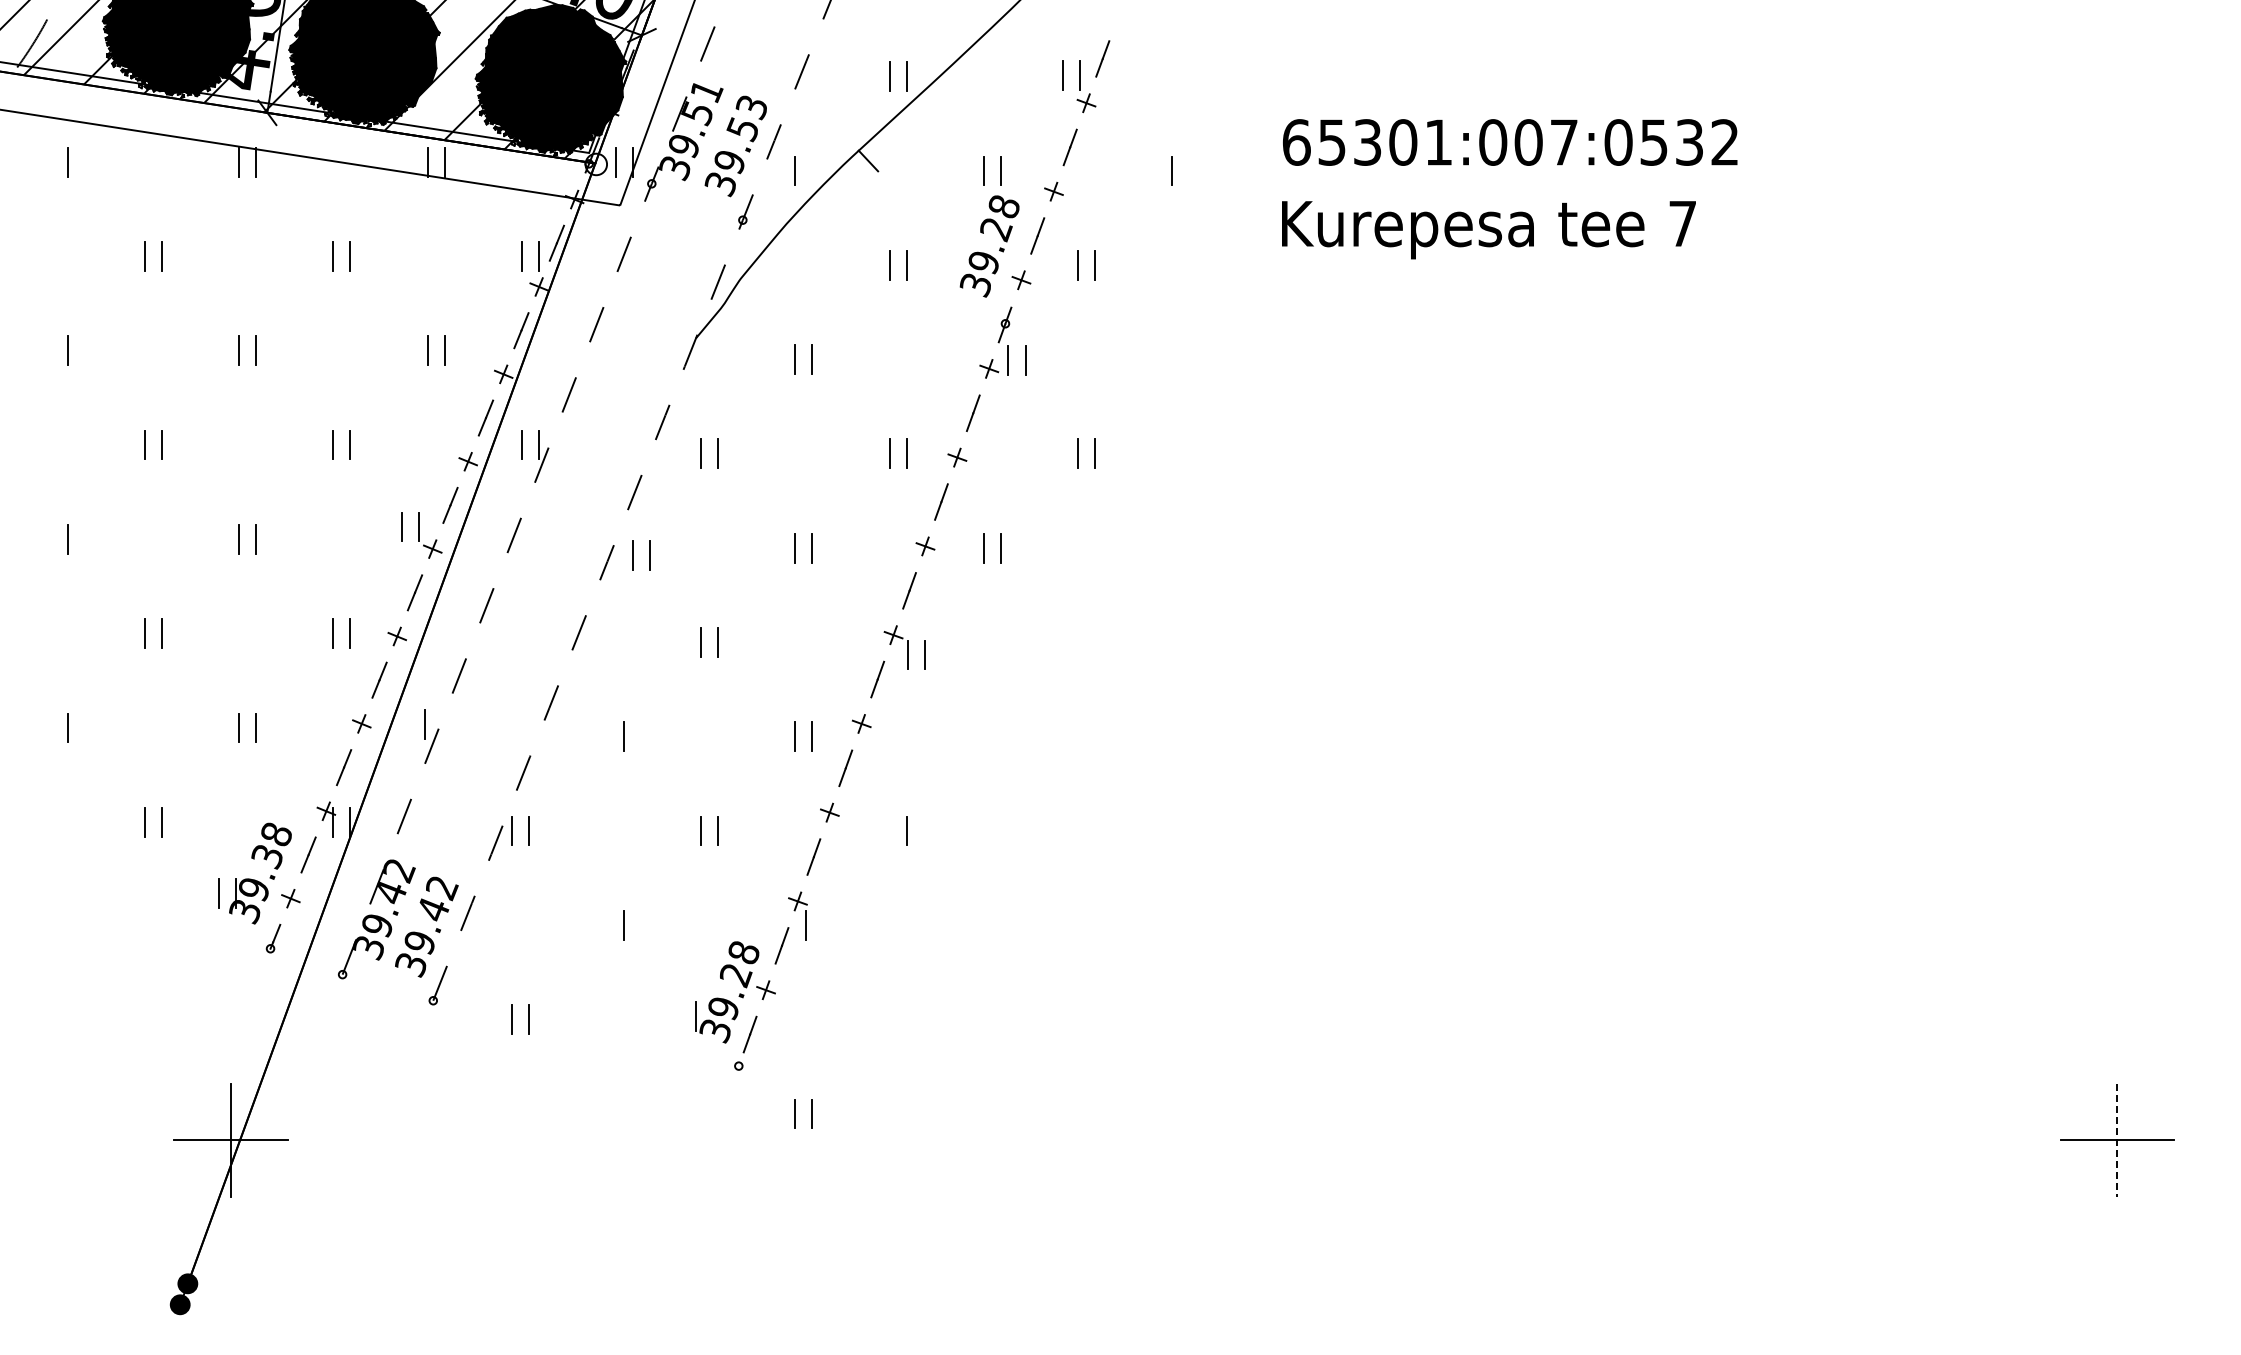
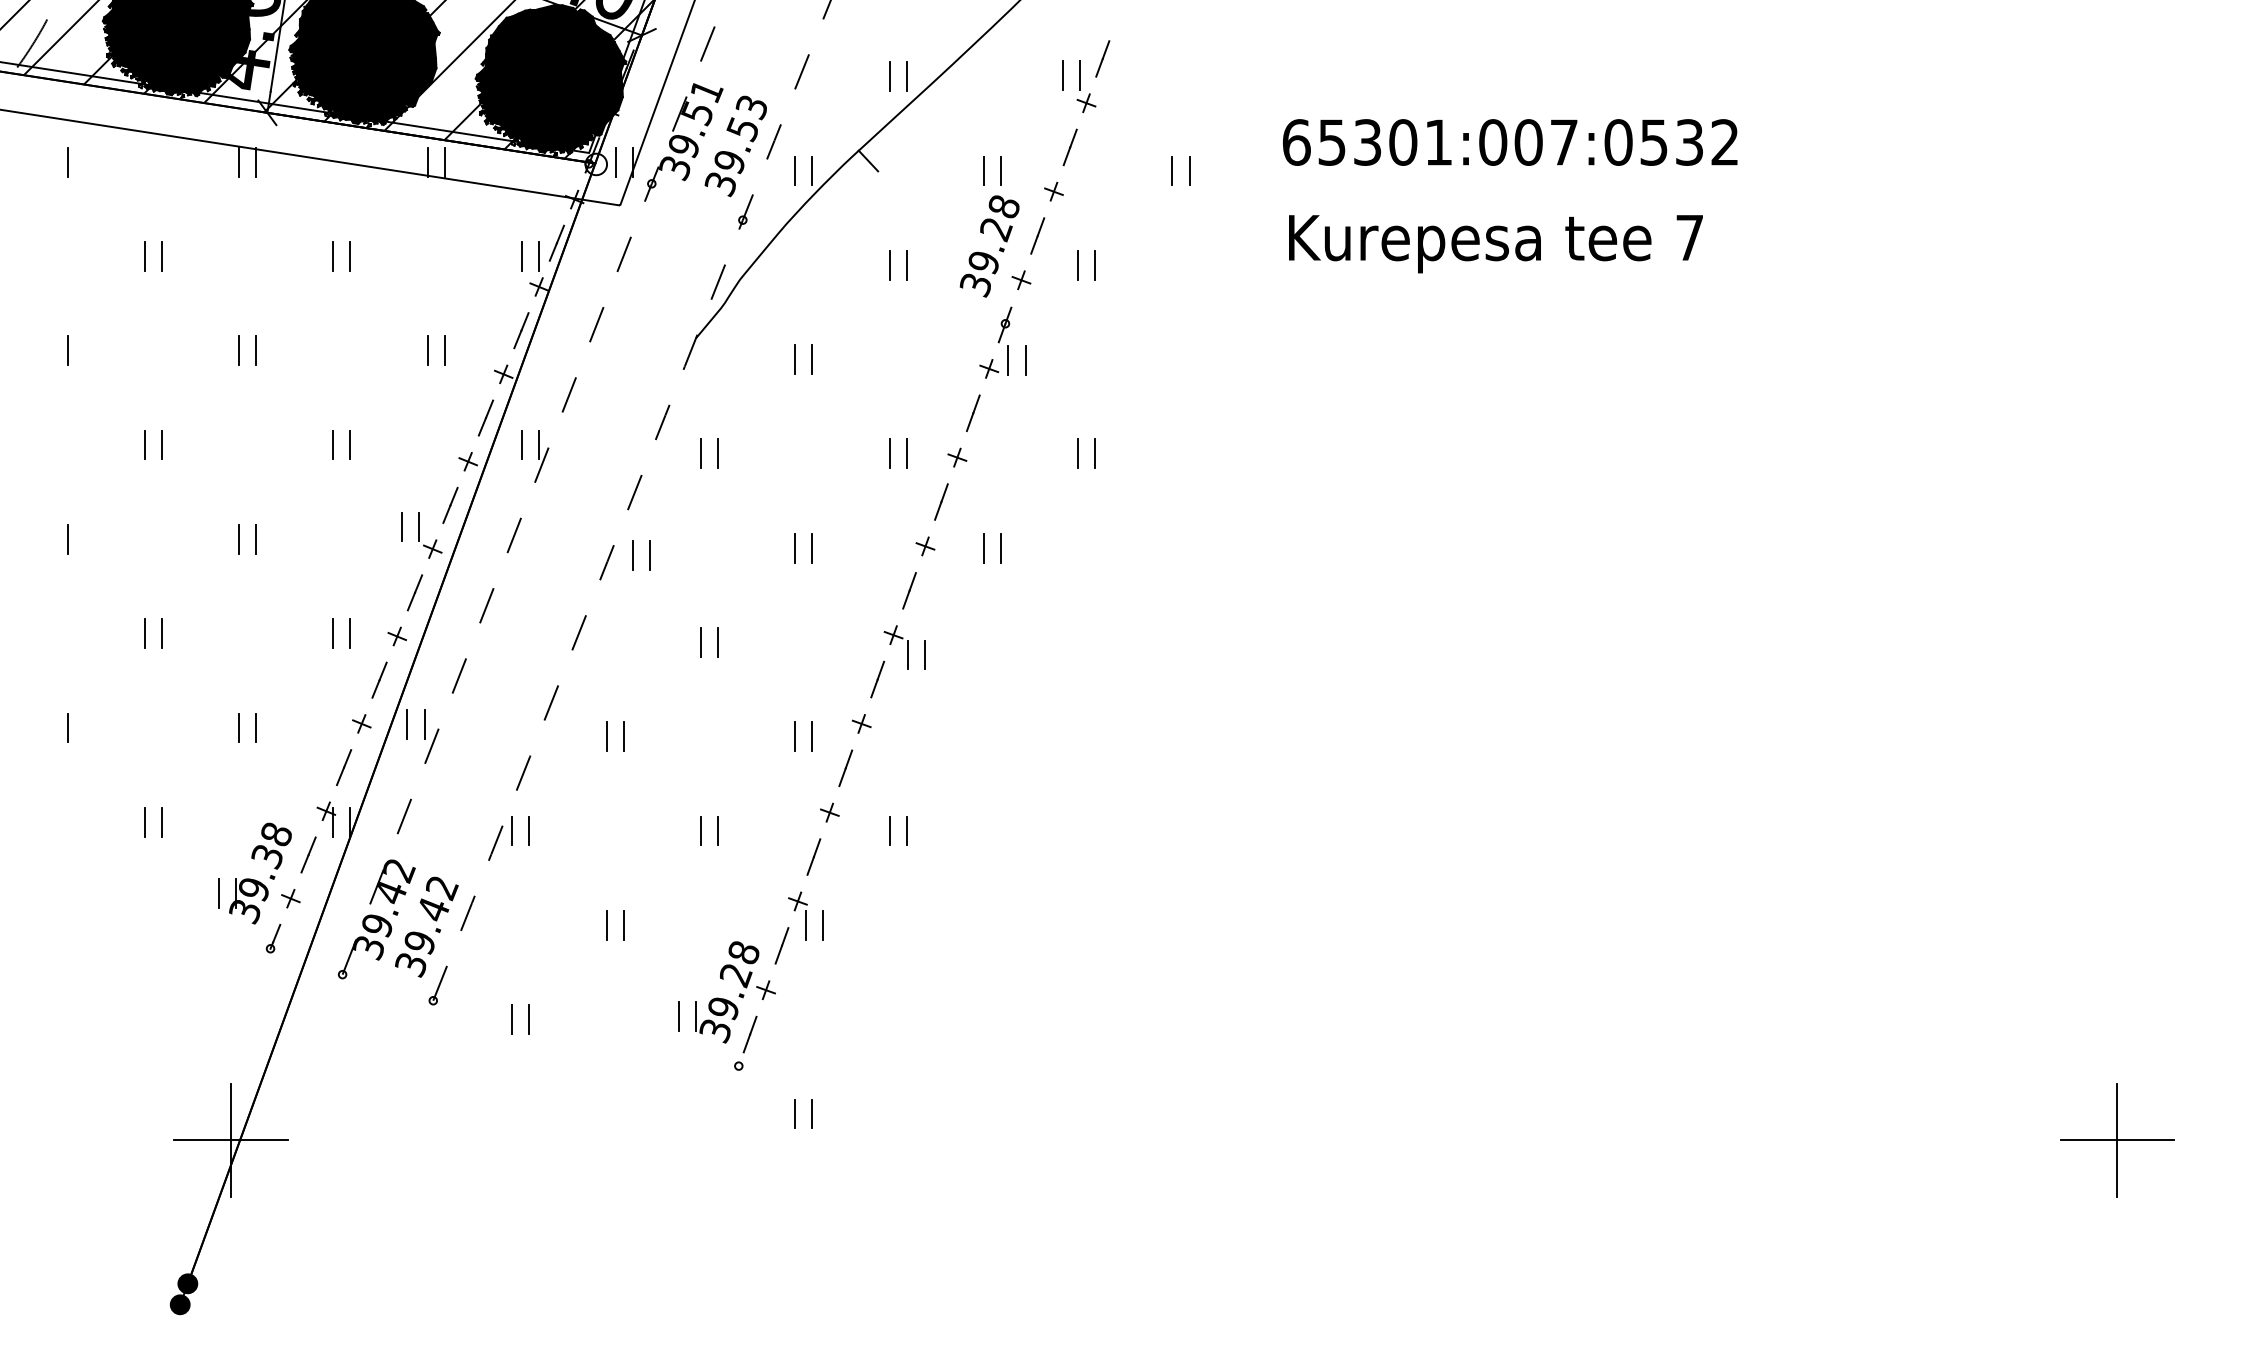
line at (812, 170): none -> present
line at (1189, 170): none -> present
text at (1488, 230) position: (1488, 230) -> (1495, 244)
line at (407, 724): none -> present
line at (606, 736): none -> present
line at (889, 830): none -> present
line at (606, 925): none -> present
line at (823, 925): none -> present
line at (678, 1016): none -> present
line at (2117, 1140): dashed -> solid
